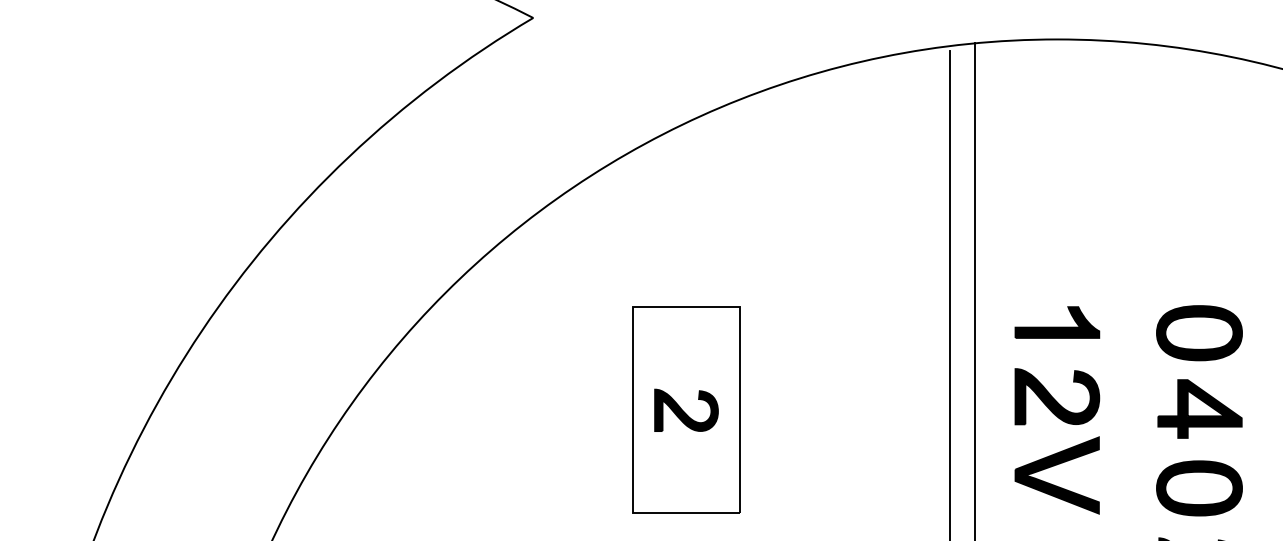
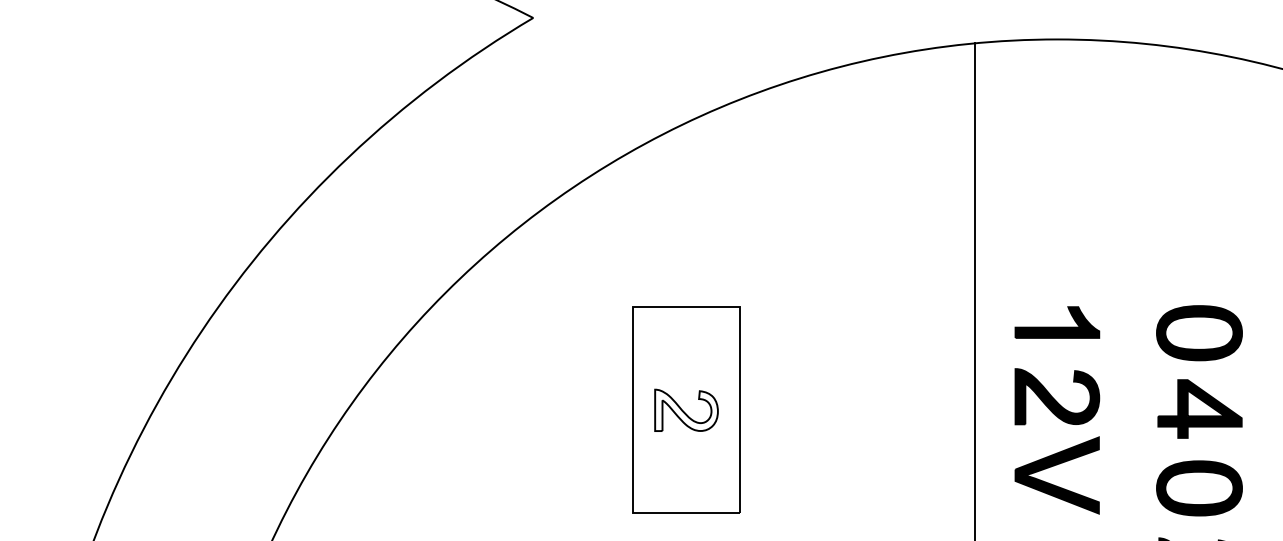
line at (950, 294): present -> none
fill at (686, 410): present -> none
